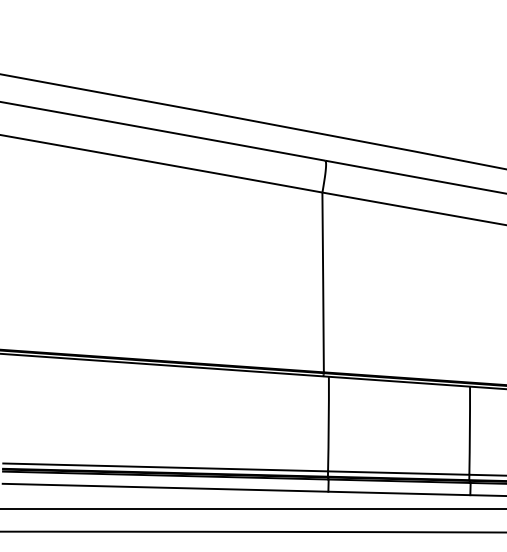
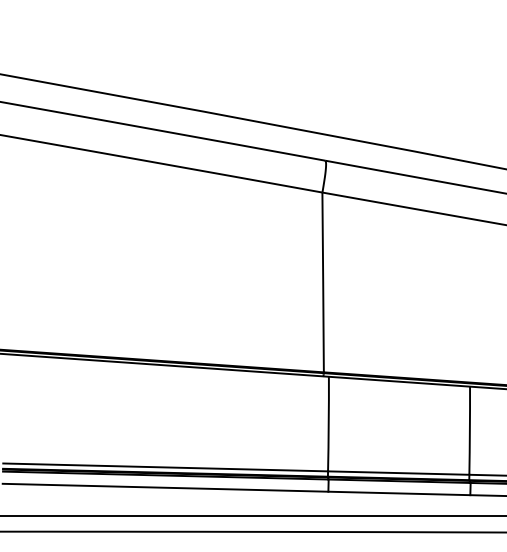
line at (252, 508) position: (252, 508) -> (252, 515)
